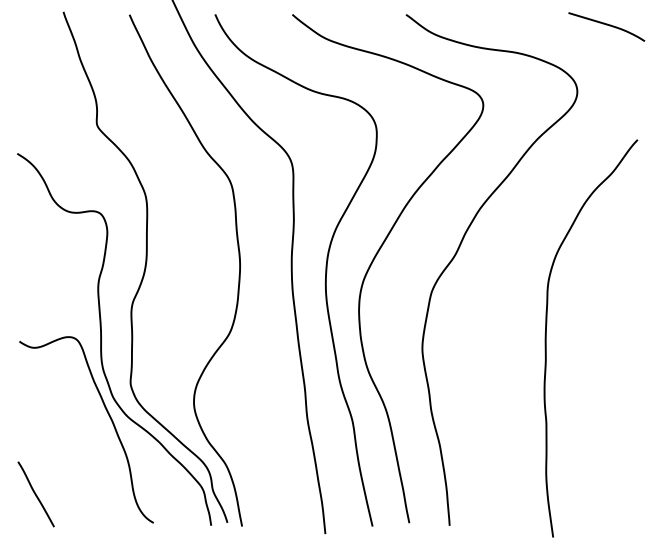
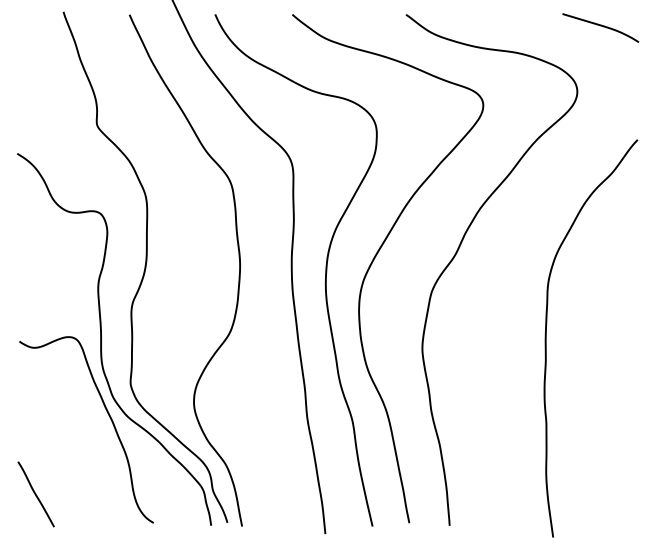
curve at (606, 25) position: (606, 25) -> (600, 26)
